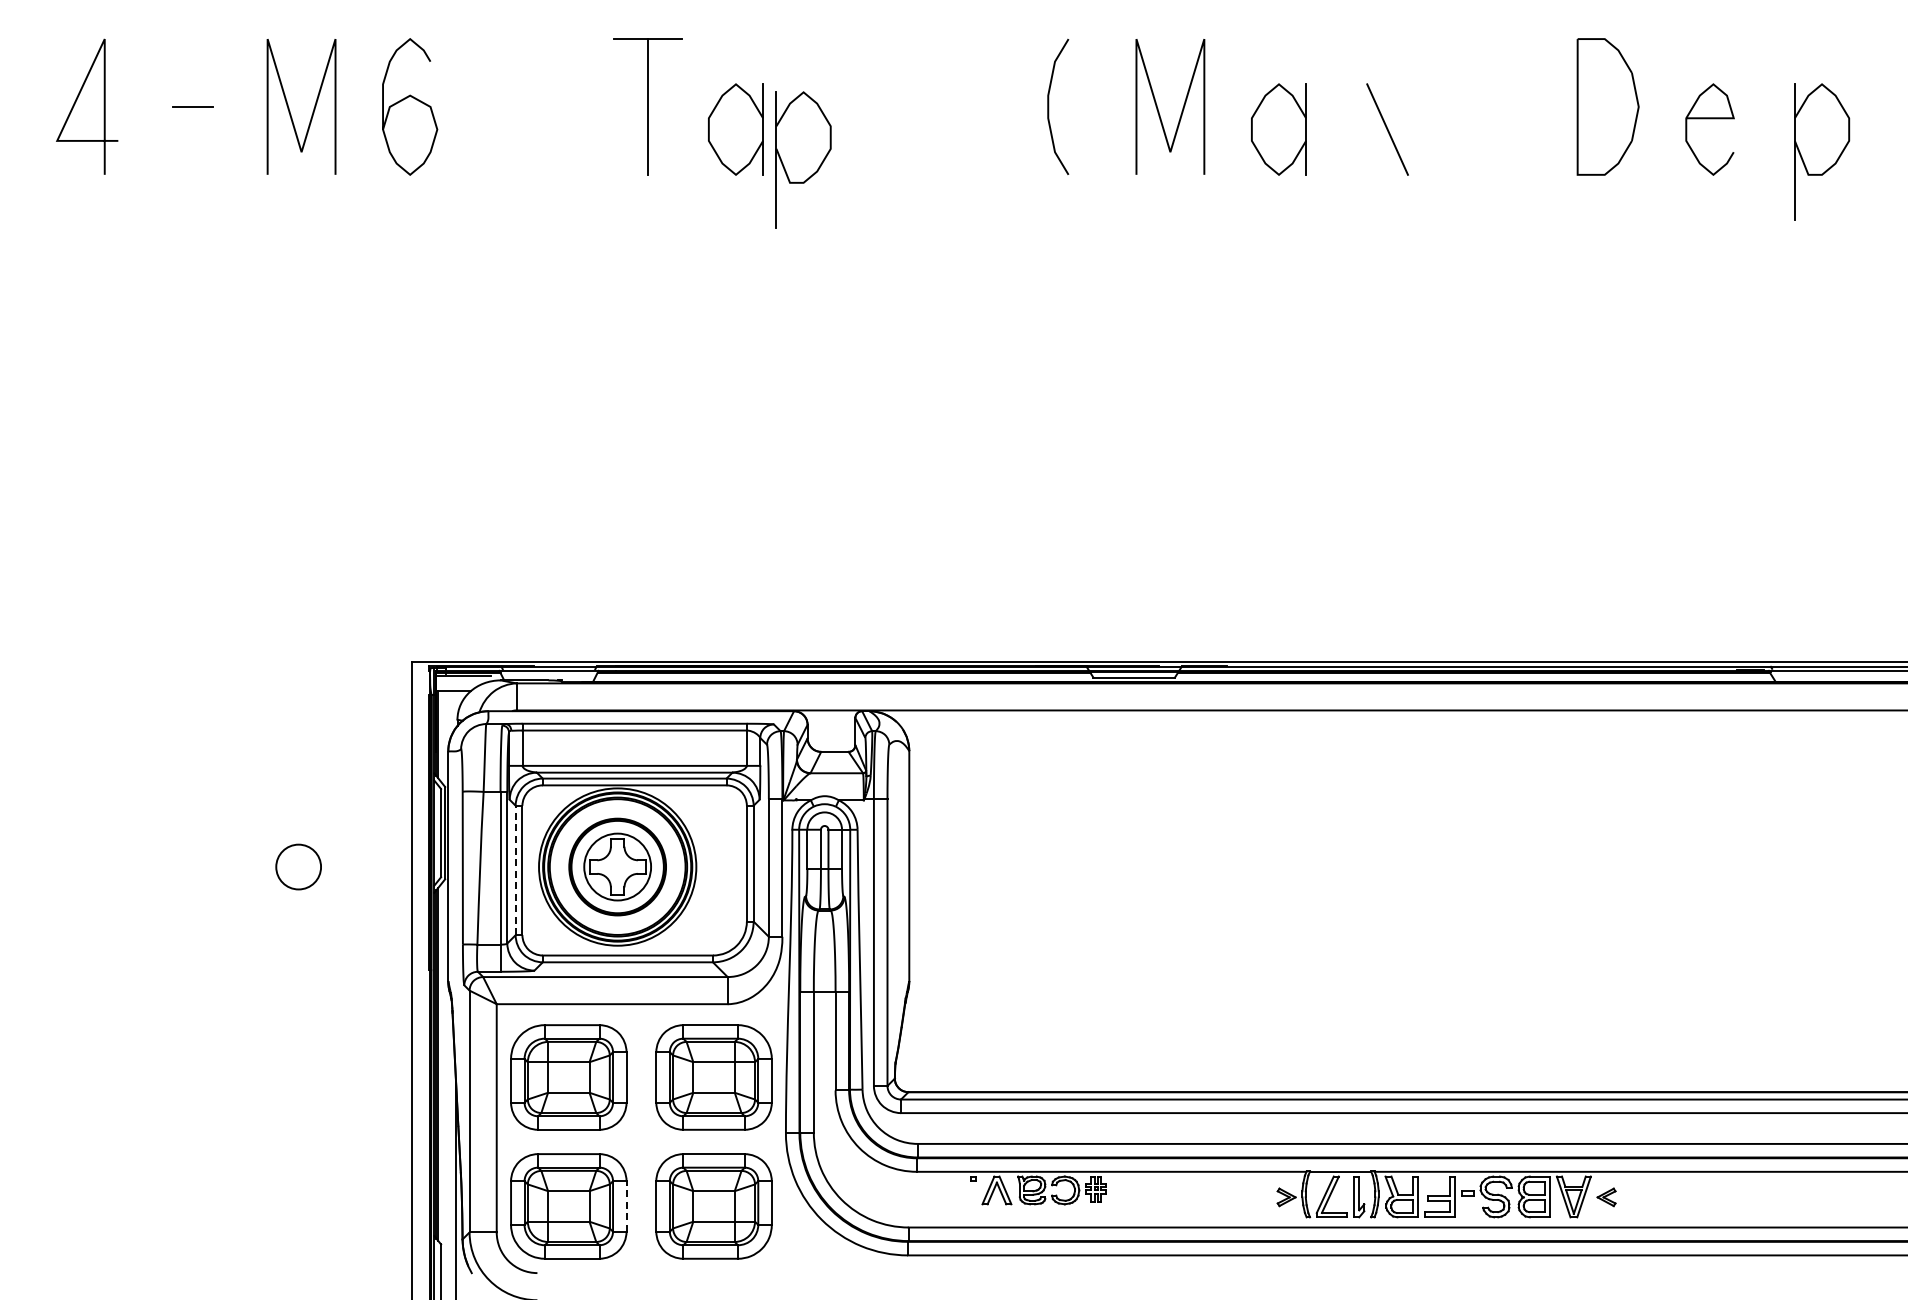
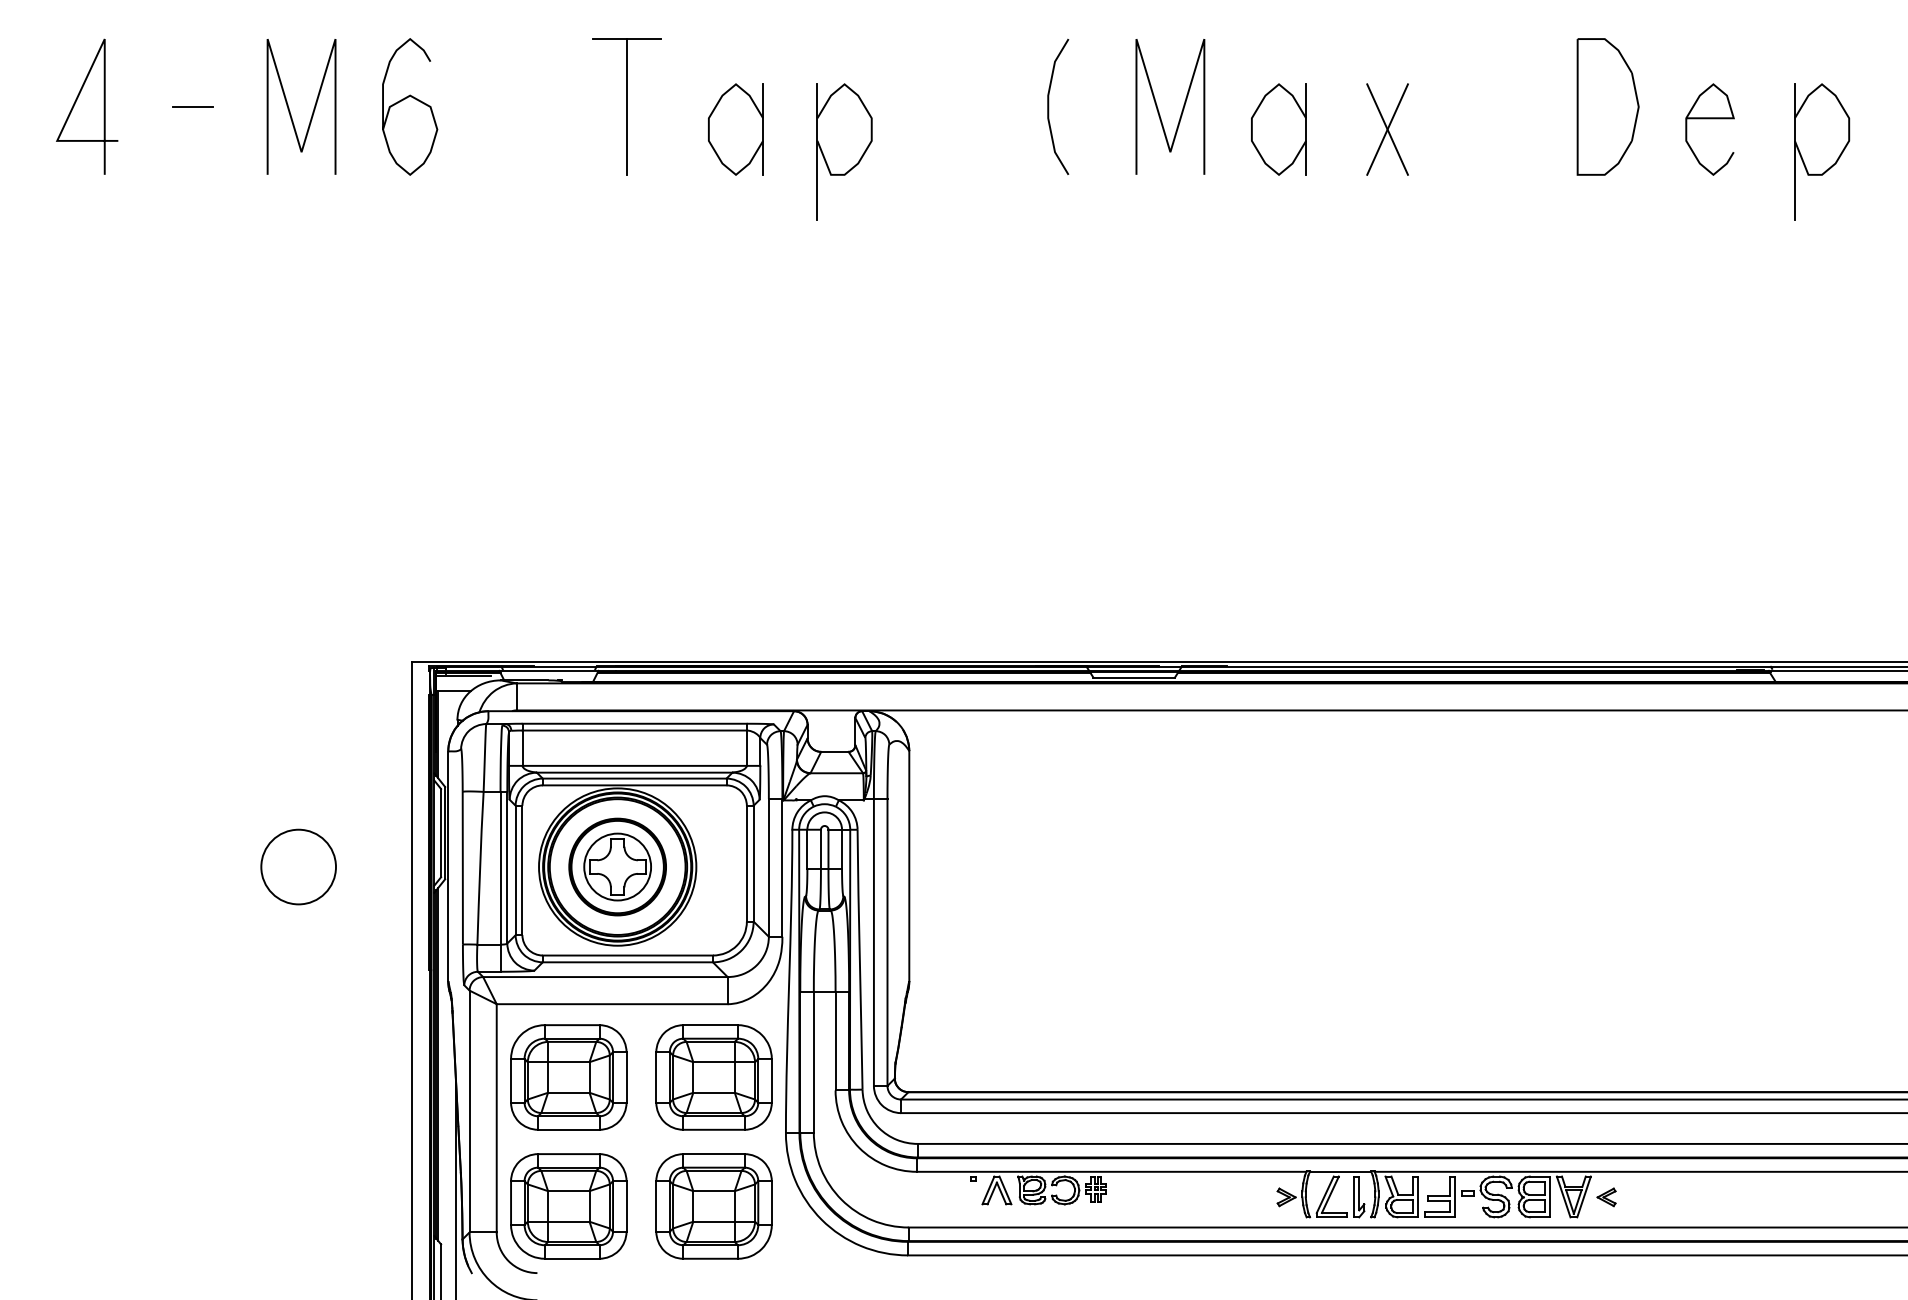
part at (647, 106) position: (647, 106) -> (626, 106)
line at (1387, 129): none -> present
part at (803, 159) position: (803, 159) -> (844, 151)
circle at (298, 866) diameter: 45 px -> 75 px
line at (515, 870): dashed -> solid
line at (626, 1205): dashed -> solid
